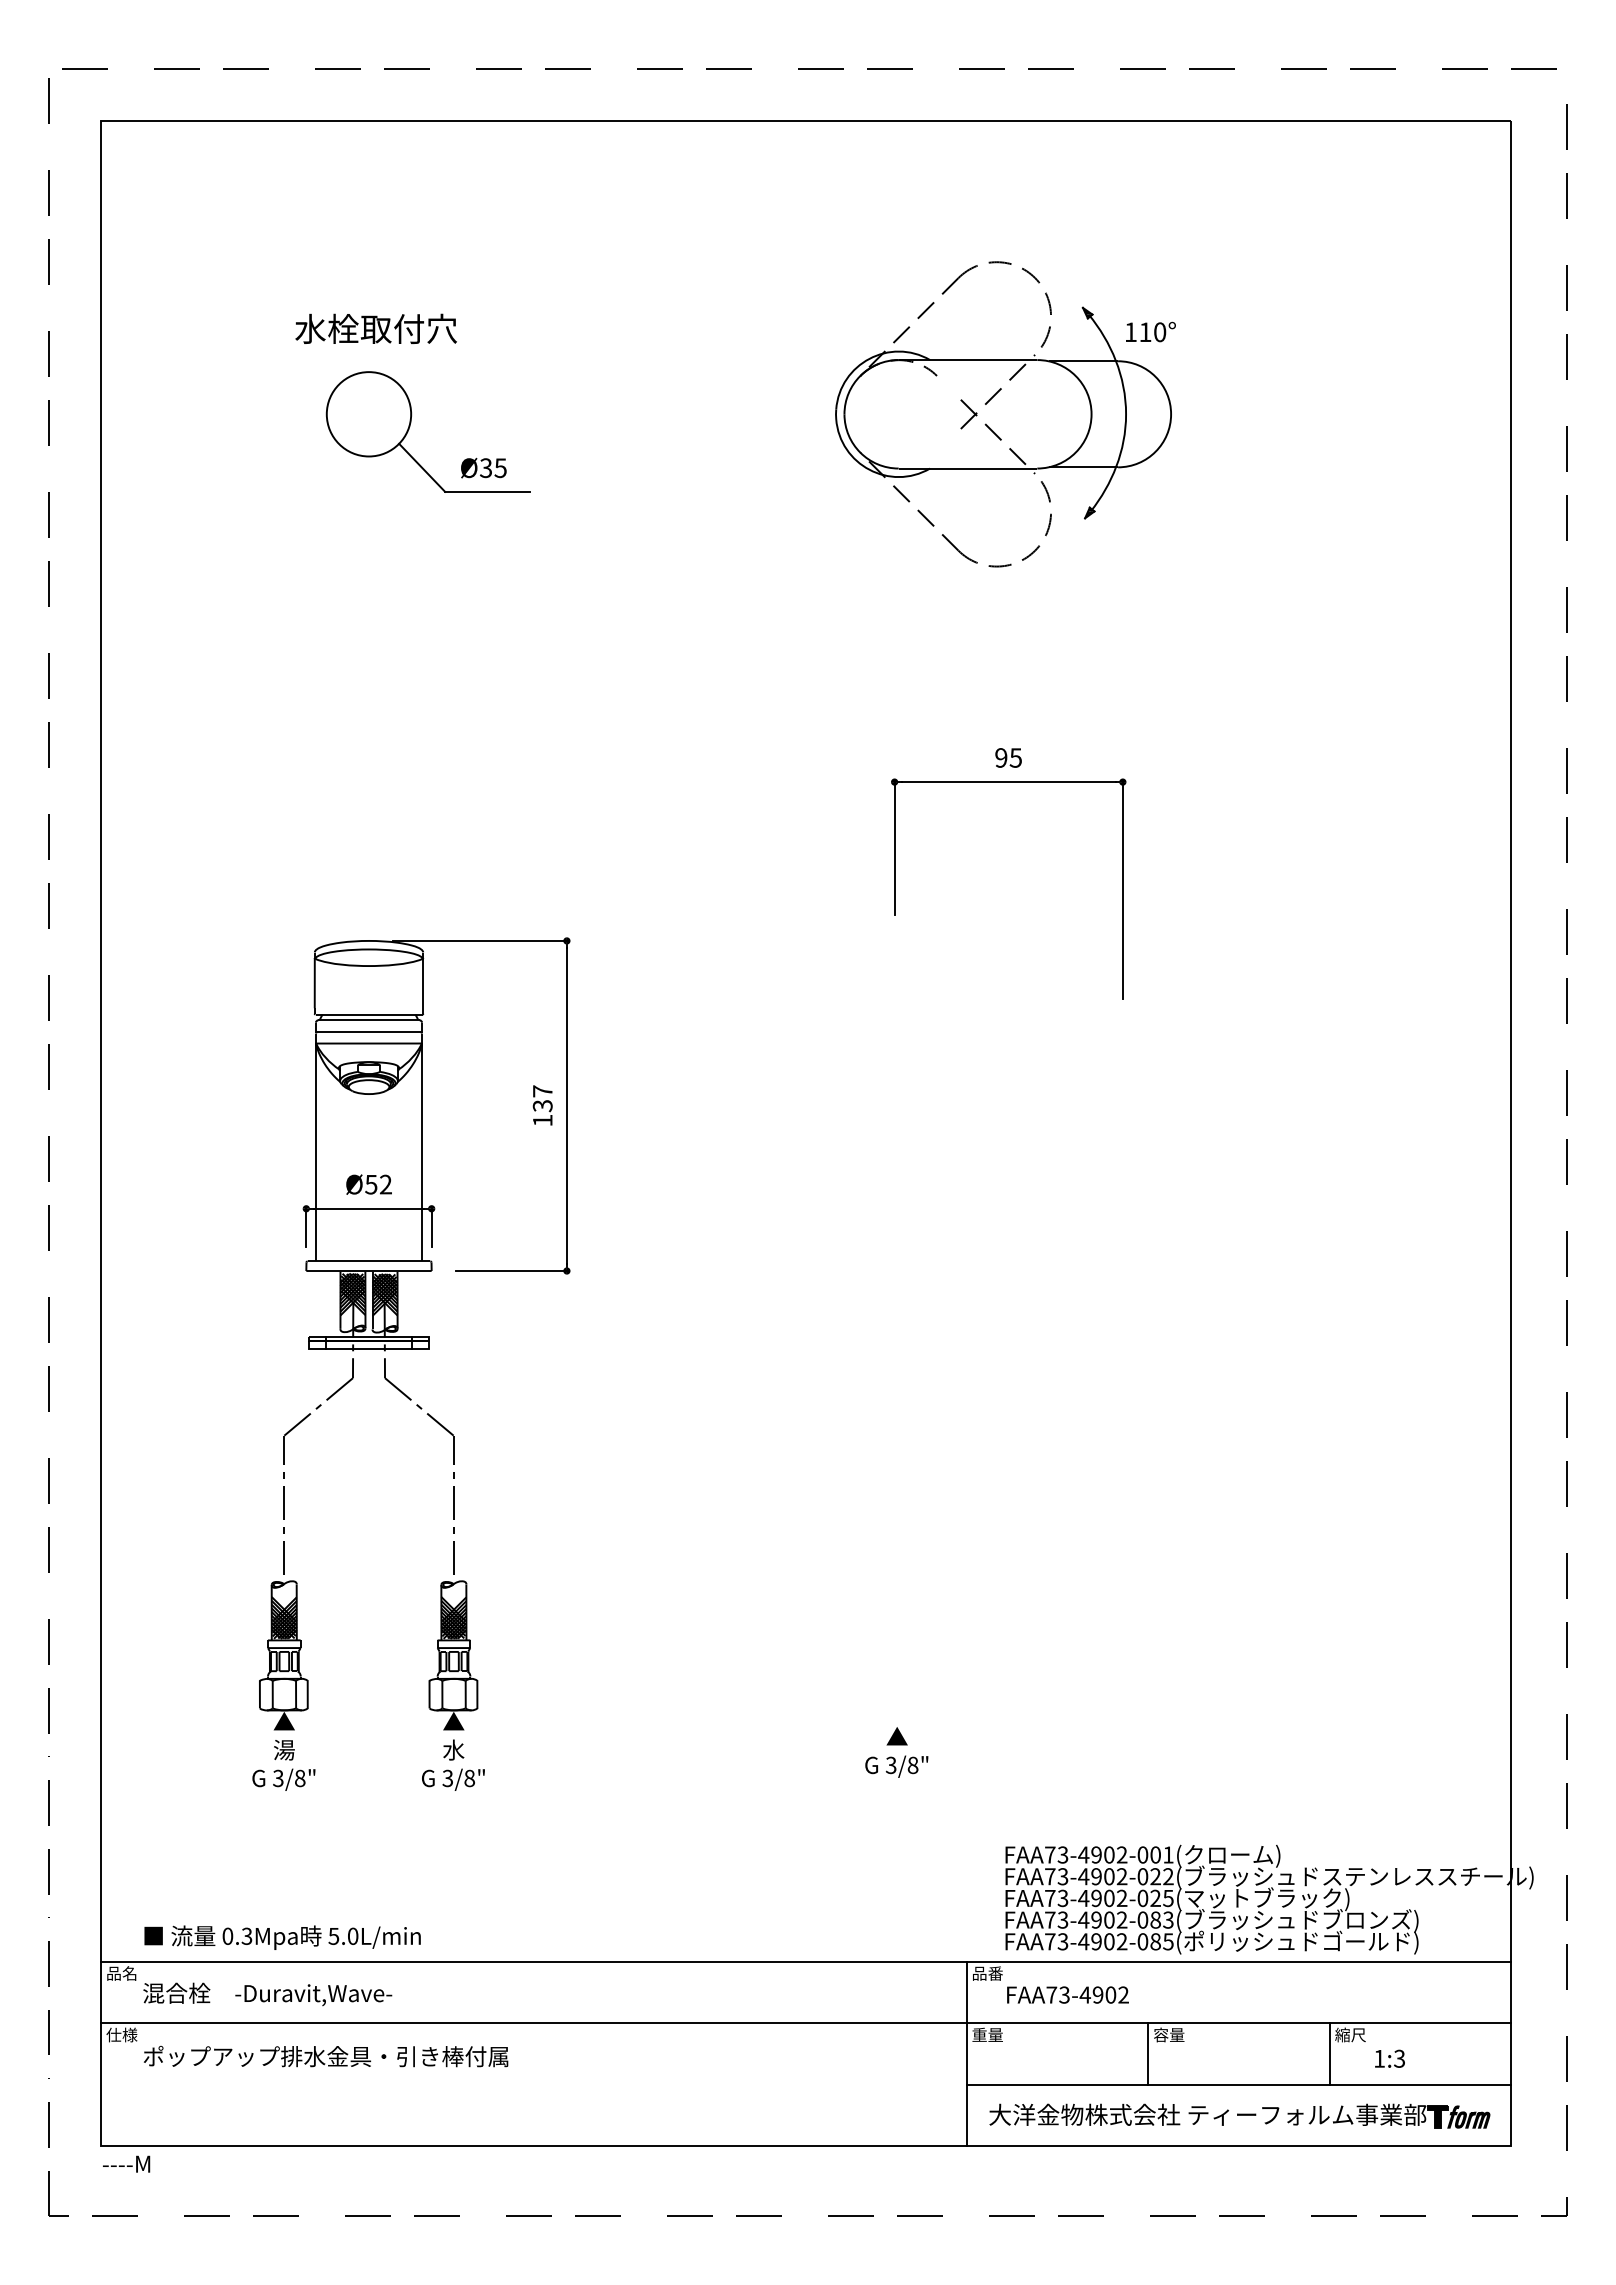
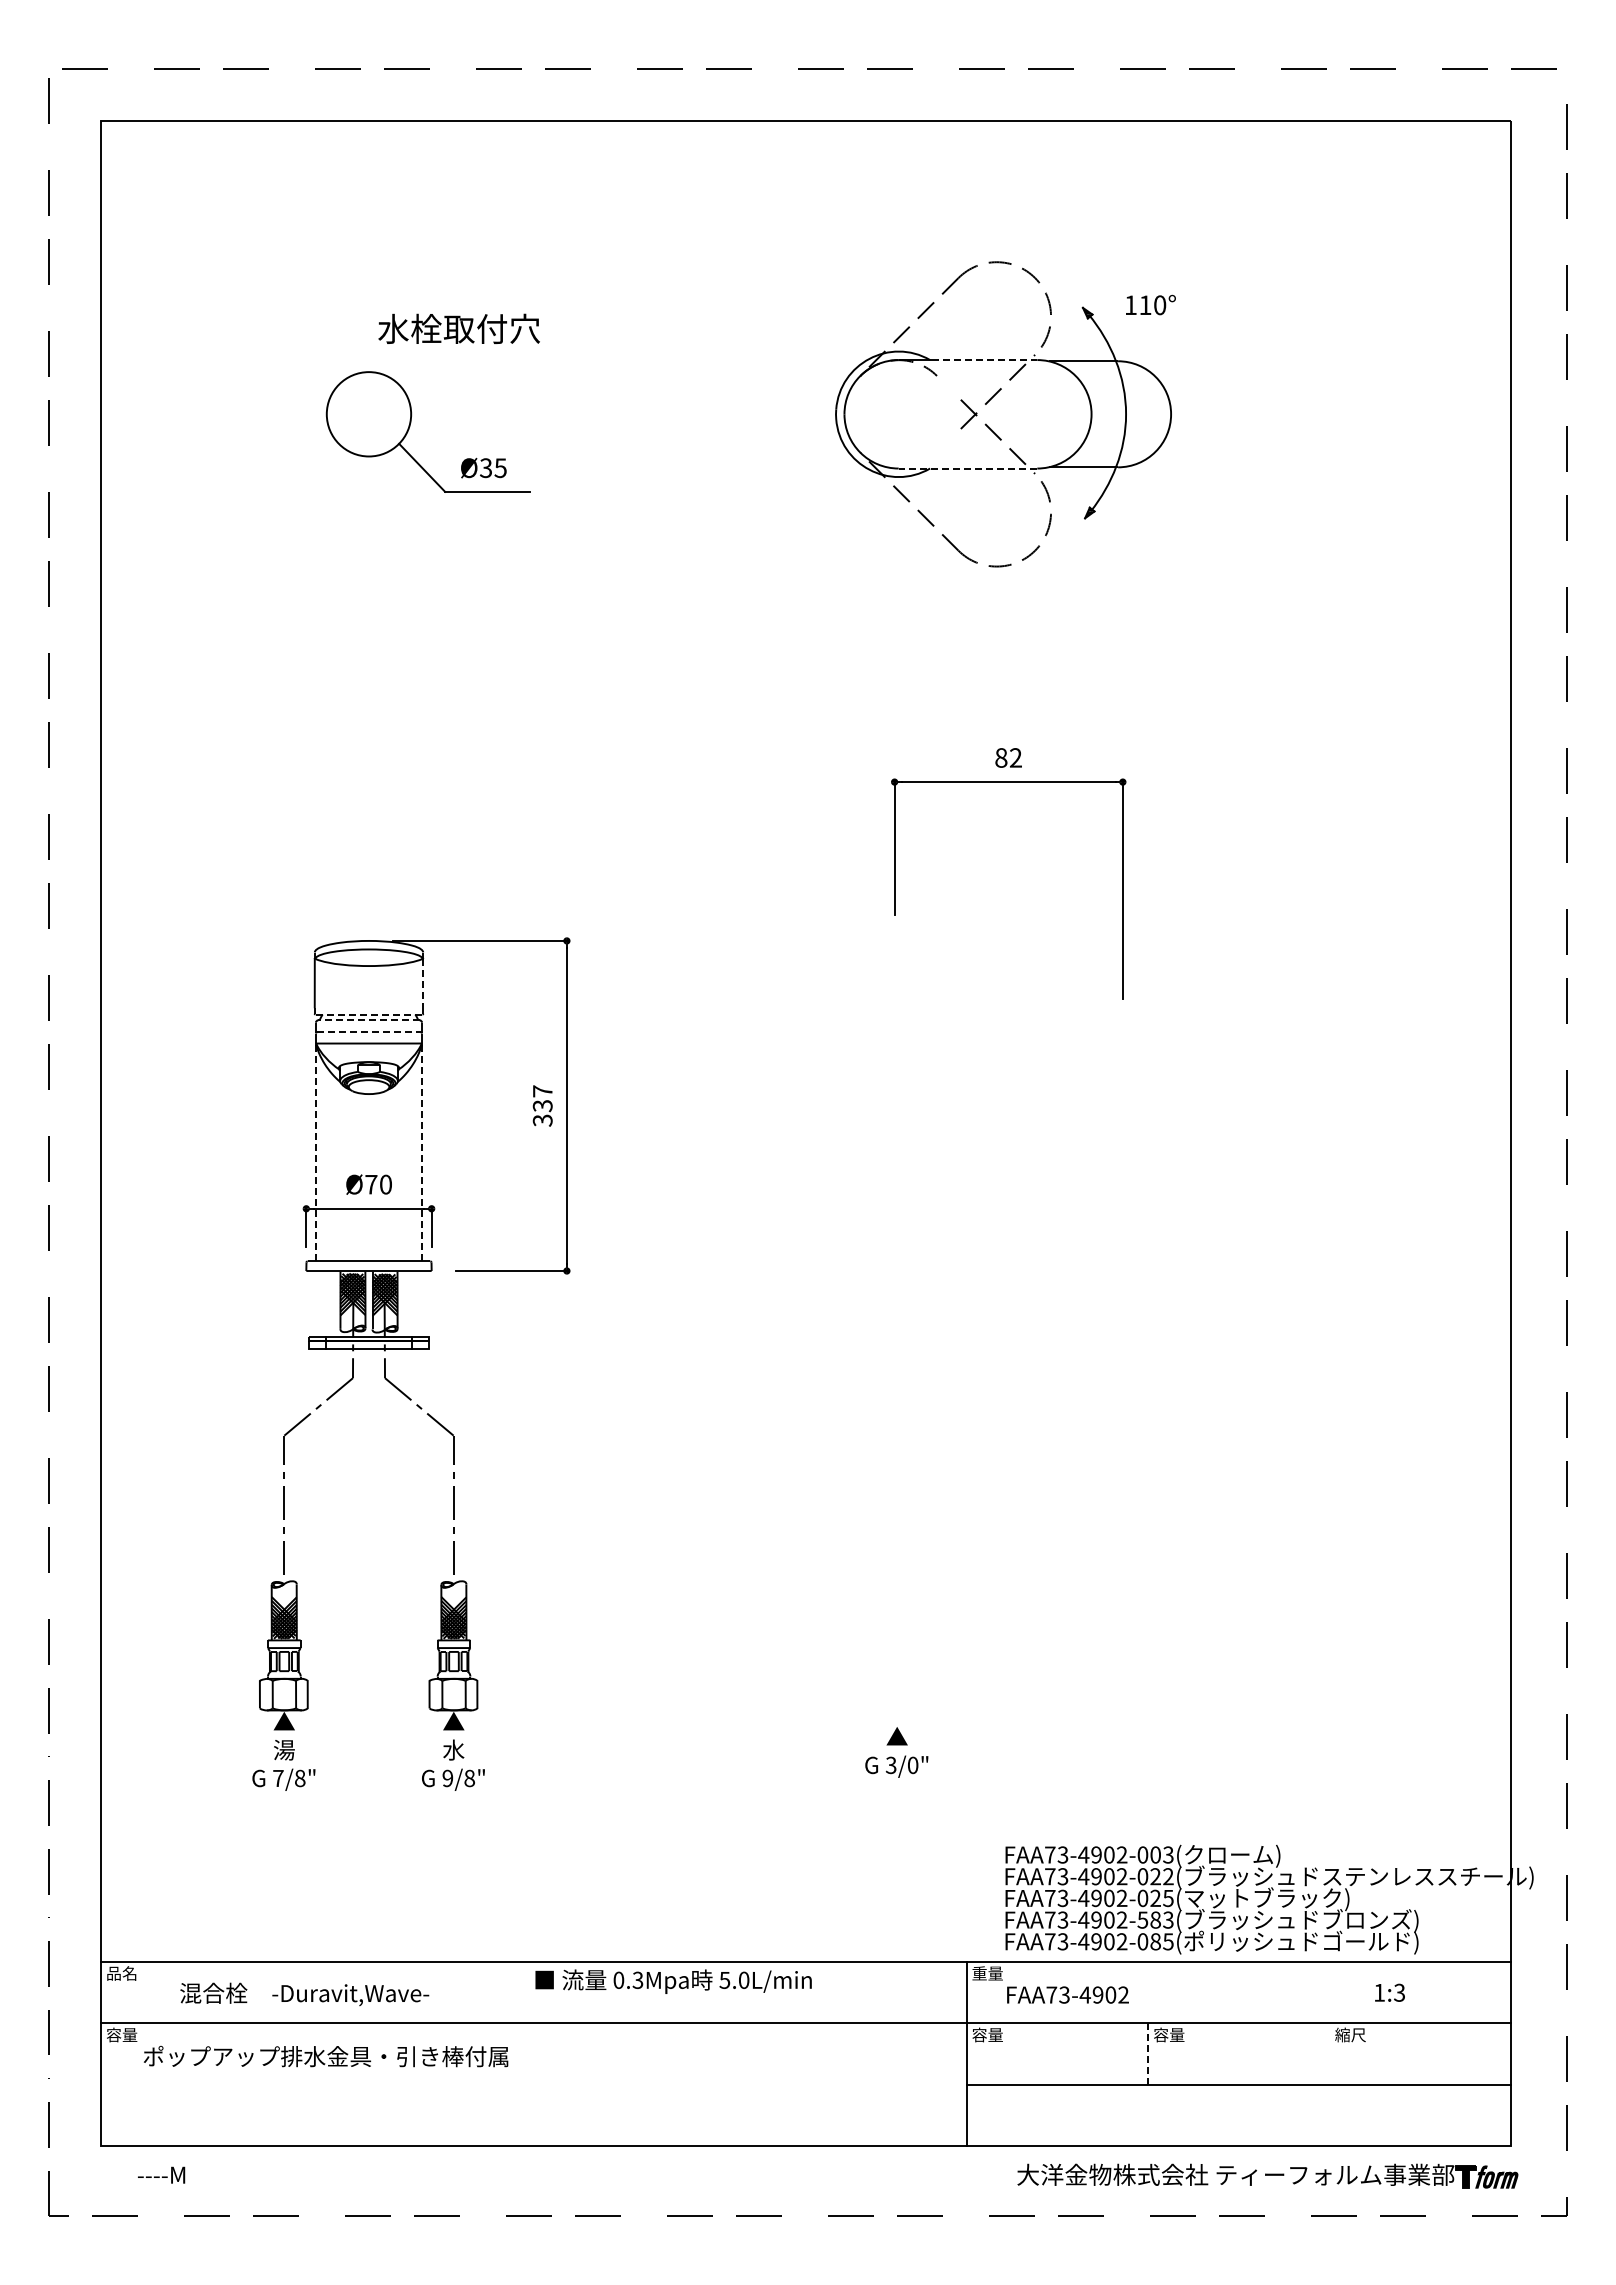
text at (375, 328) position: (375, 328) -> (458, 328)
text at (1150, 331) position: (1150, 331) -> (1150, 304)
line at (985, 360): solid -> dashed
line at (967, 468): solid -> dashed
text at (1008, 757): 95 -> 82
line at (423, 983): solid -> dashed
line at (369, 1014): solid -> dashed
line at (369, 1020): solid -> dashed
line at (368, 1032): solid -> dashed
text at (542, 1120): 137 -> 337
line at (422, 1151): solid -> dashed
line at (315, 1152): solid -> dashed
text at (378, 1184): Ø52 -> Ø70
text at (912, 1765): 3/8" -> 3/0"
text at (278, 1778): 3/8" -> 7/8"
text at (447, 1778): 3/8" -> 9/8"
text at (1168, 1854): FAA73-4902-001( -> FAA73-4902-003(
text at (1142, 1919): FAA73-4902-083( -> FAA73-4902-583(
text at (282, 1937) position: (282, 1937) -> (673, 1981)
text at (987, 1973): 品番 -> 重量
text at (267, 1994) position: (267, 1994) -> (304, 1994)
text at (121, 2034): 仕様 -> 容量
text at (979, 2034): 重量 -> 容量
line at (1148, 2053): solid -> dashed
line at (1329, 2053): present -> none
text at (1389, 2058) position: (1389, 2058) -> (1389, 1992)
part at (1239, 2115) position: (1239, 2115) -> (1267, 2175)
text at (126, 2163) position: (126, 2163) -> (161, 2174)
